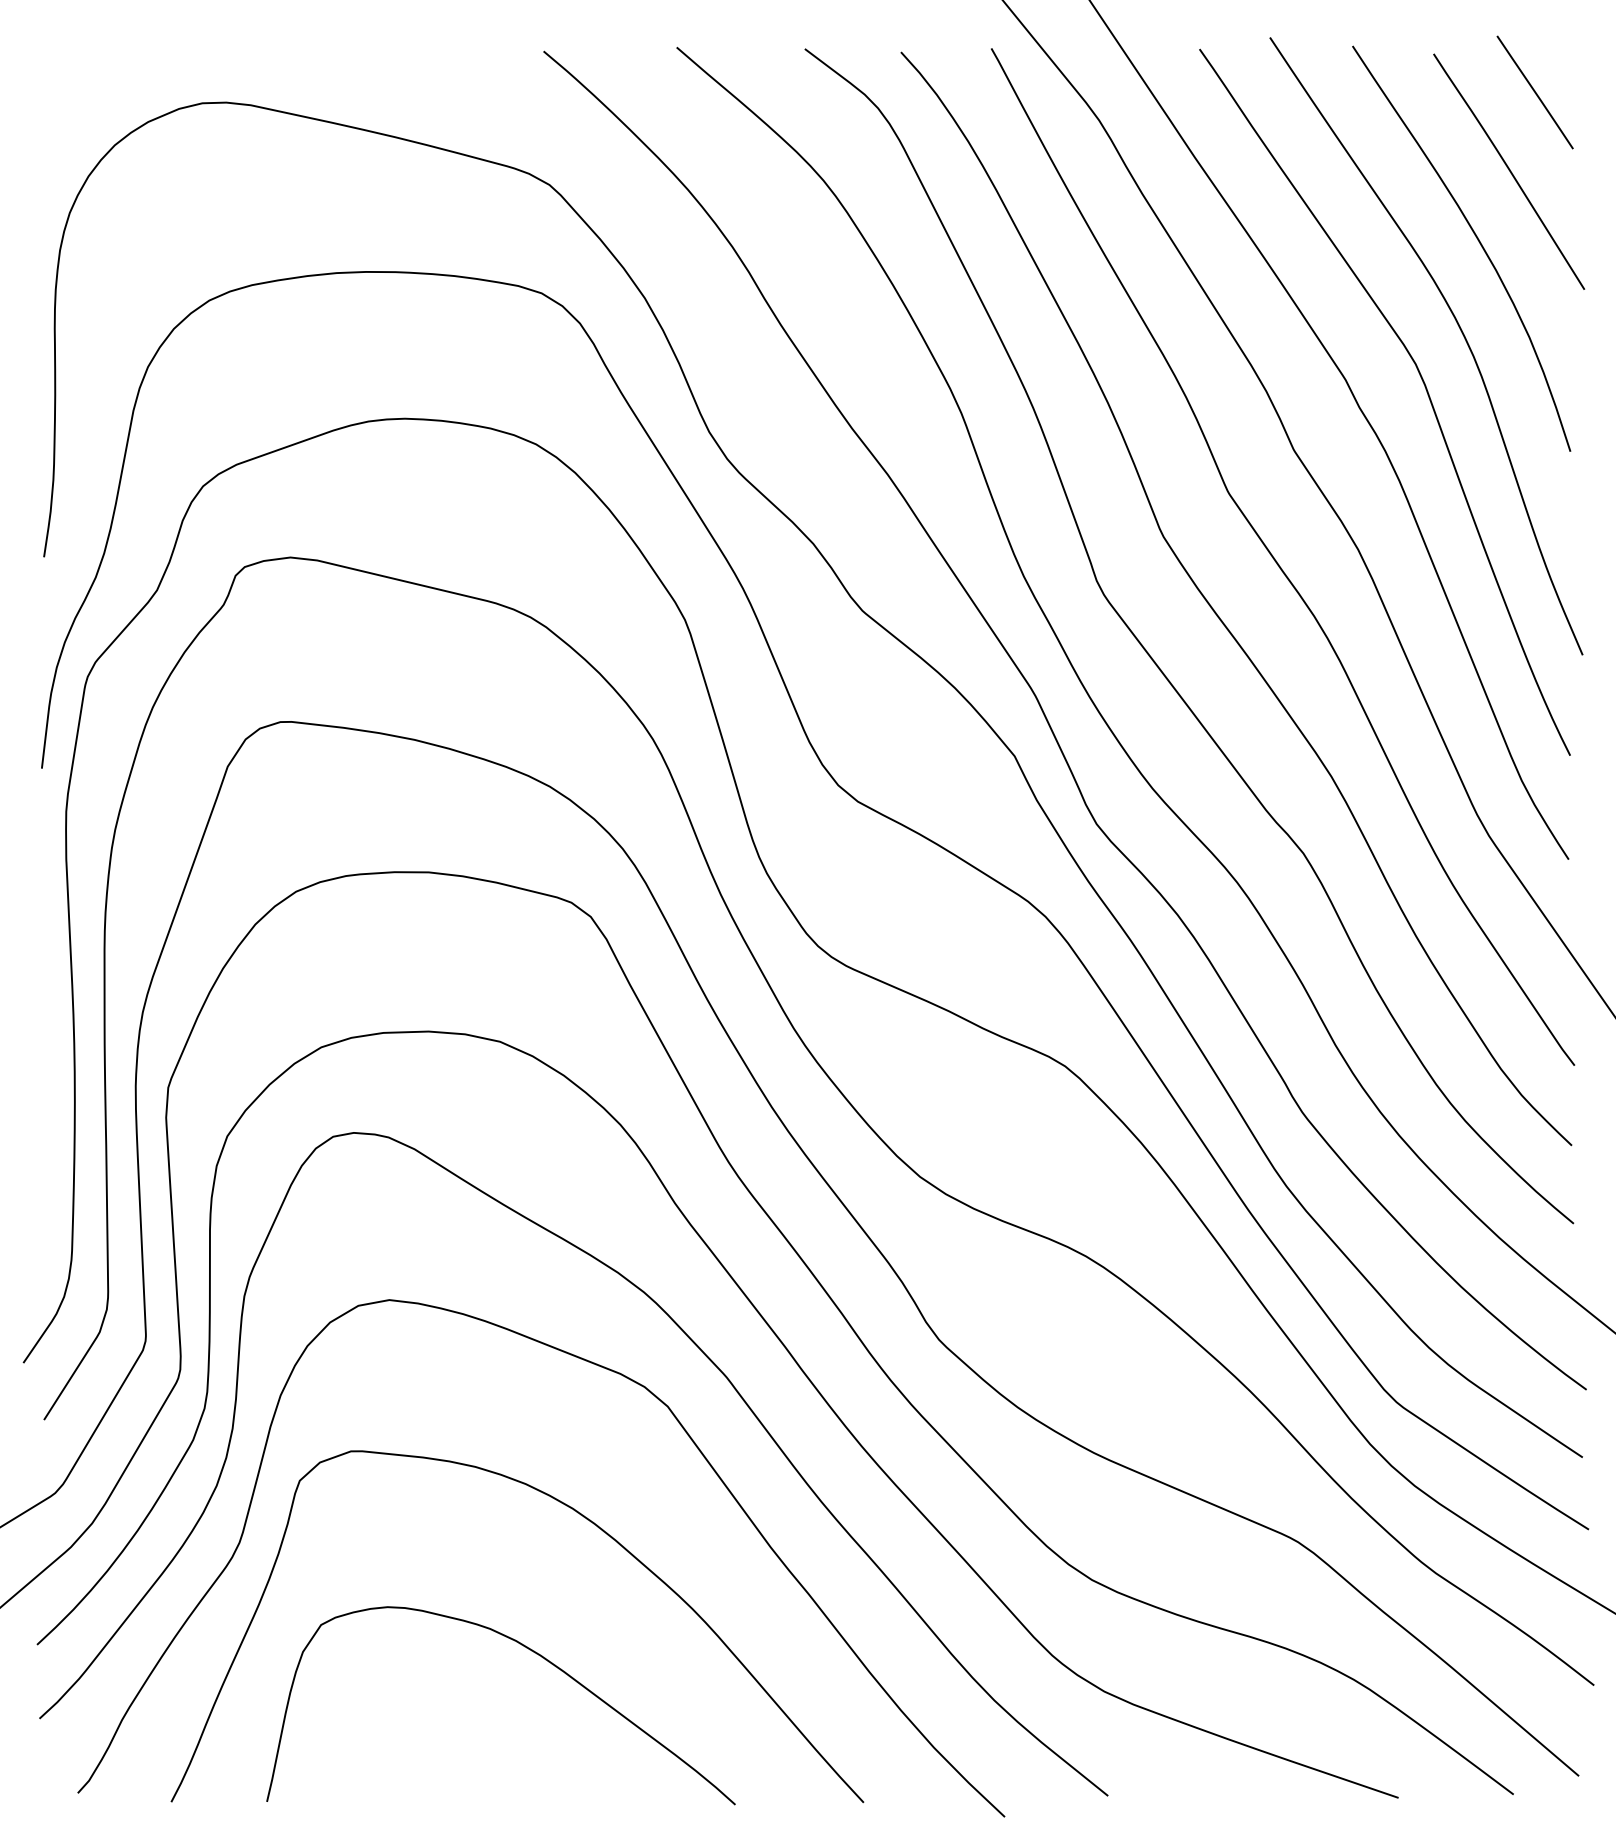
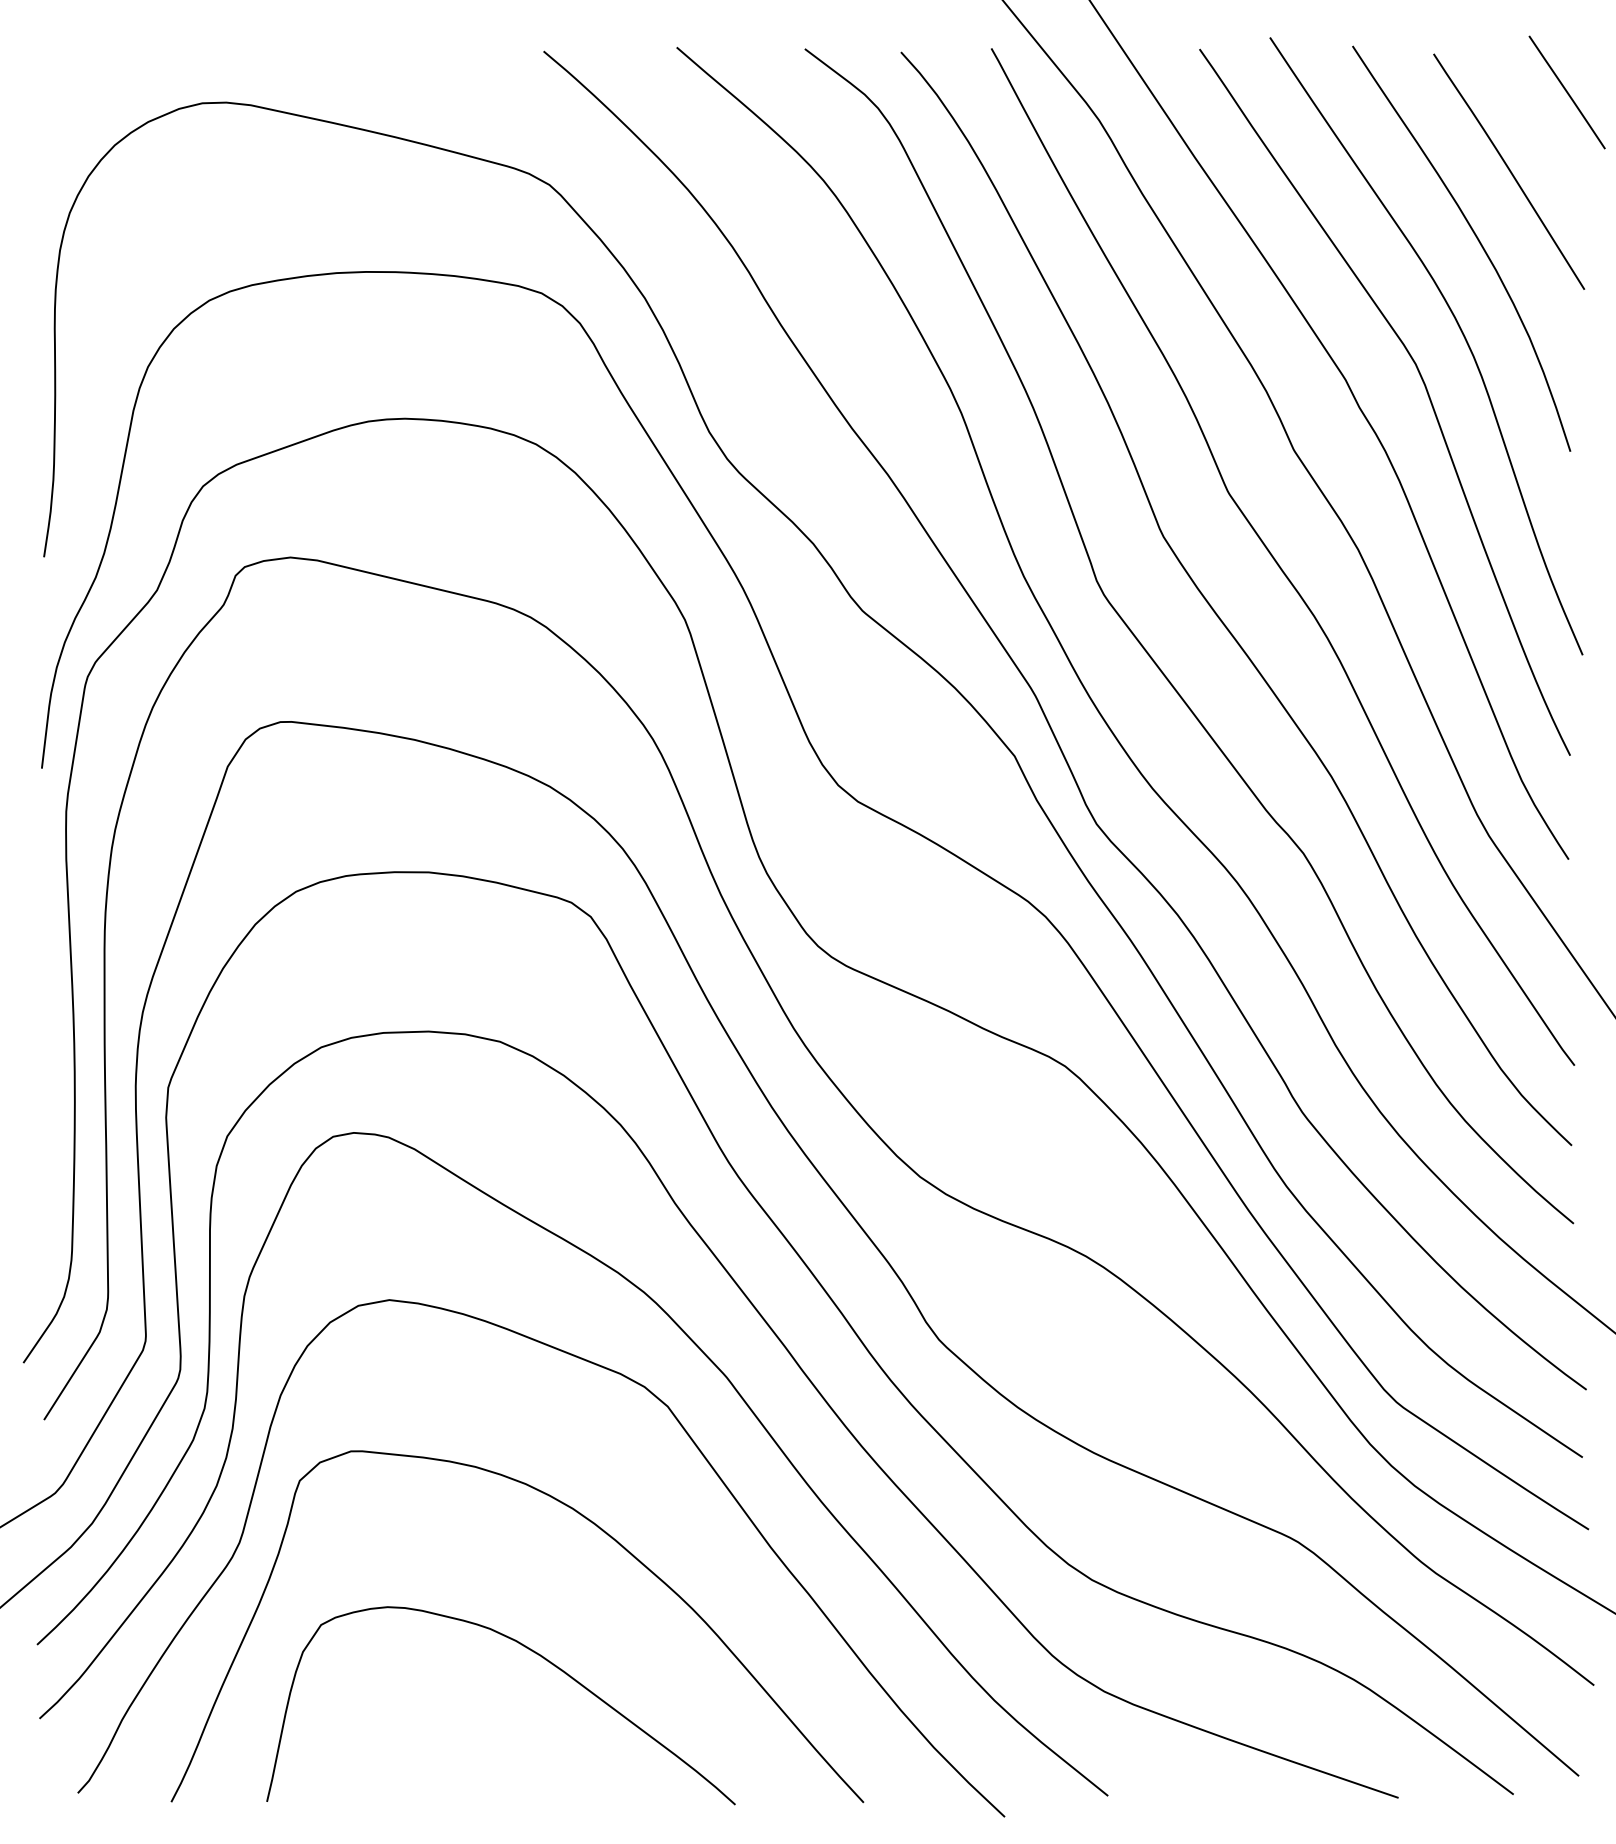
line at (1534, 92) position: (1534, 92) -> (1566, 92)
